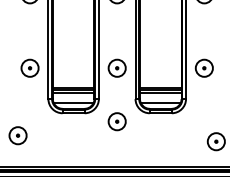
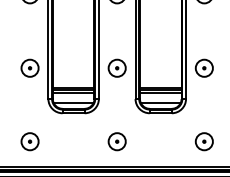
part at (116, 121) position: (116, 121) -> (116, 141)
part at (17, 135) position: (17, 135) -> (29, 141)
part at (215, 141) position: (215, 141) -> (203, 141)
